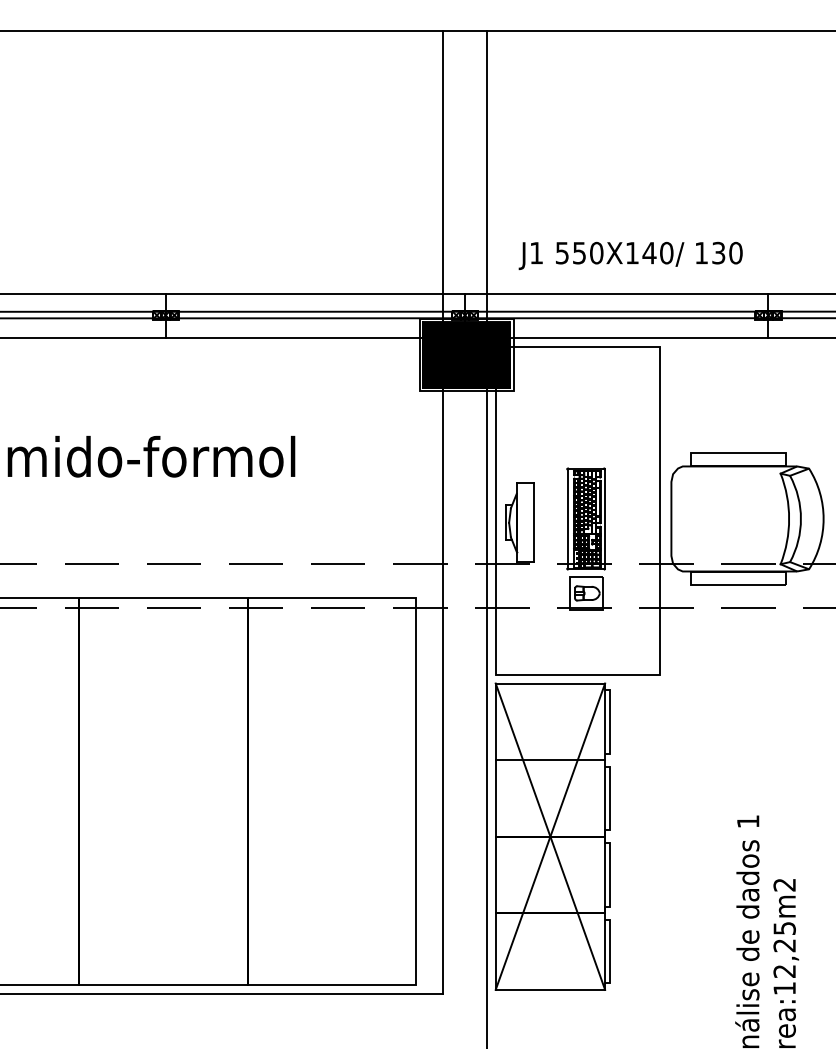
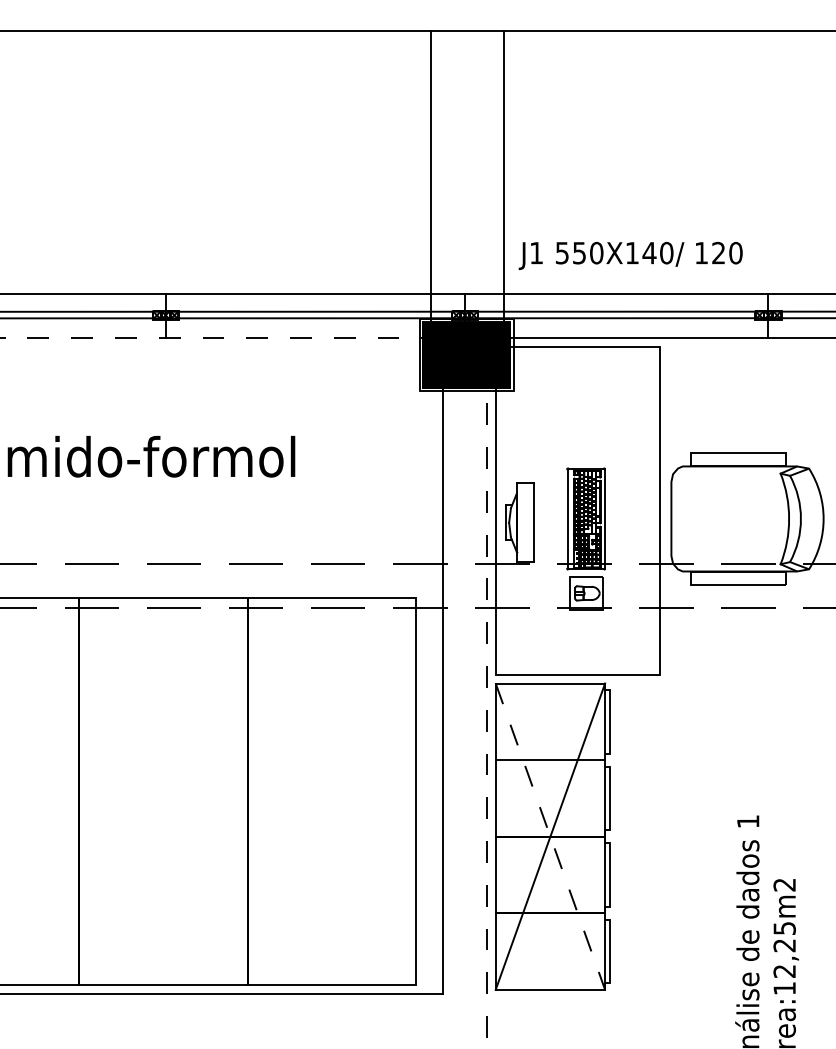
line at (443, 176) position: (443, 176) -> (431, 176)
line at (486, 176) position: (486, 176) -> (503, 176)
text at (718, 253): 130 -> 120
line at (233, 337): solid -> dashed
line at (486, 692): solid -> dashed
line at (550, 836): solid -> dashed
